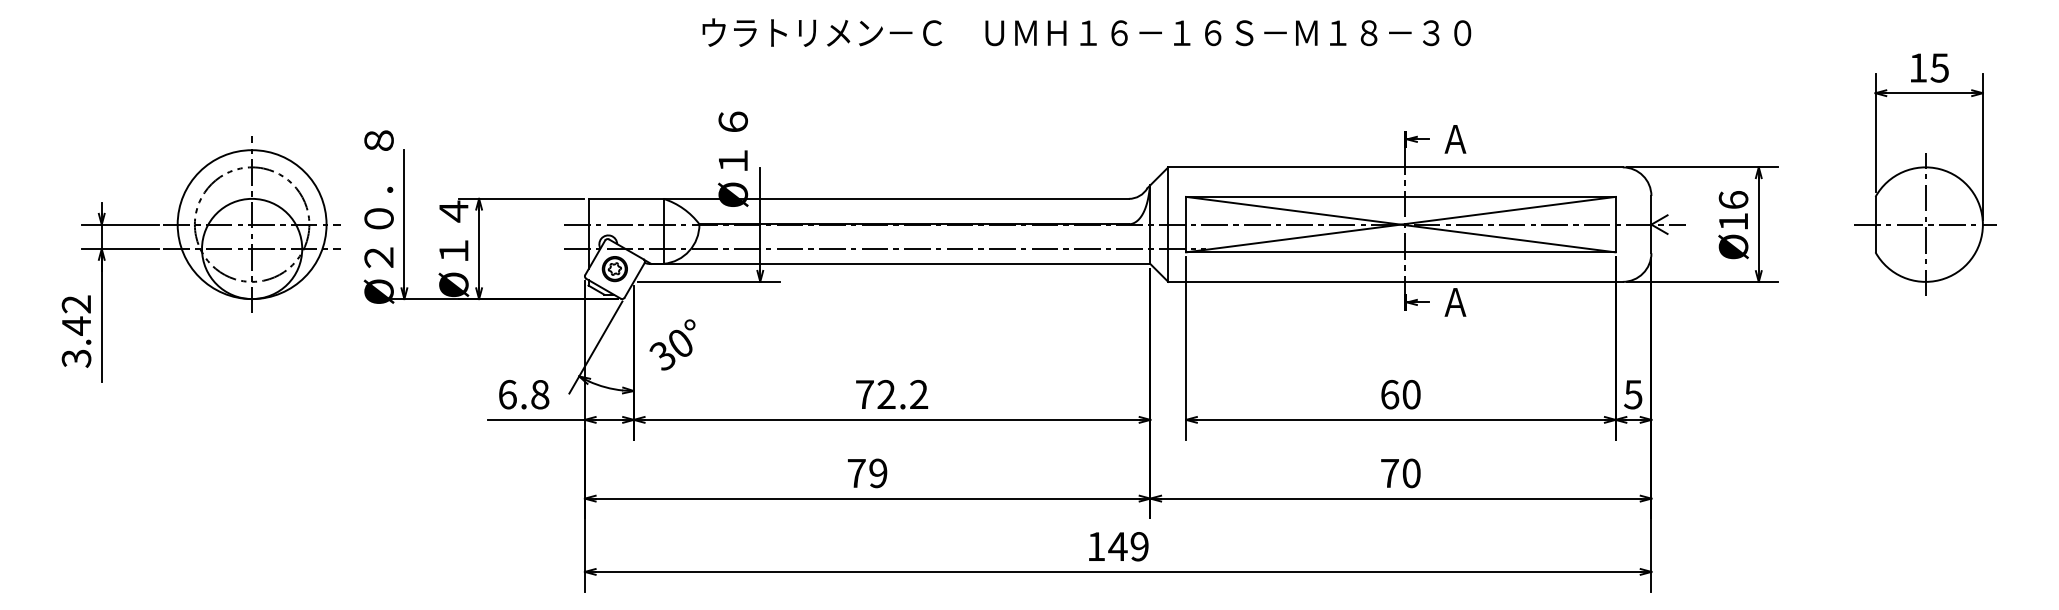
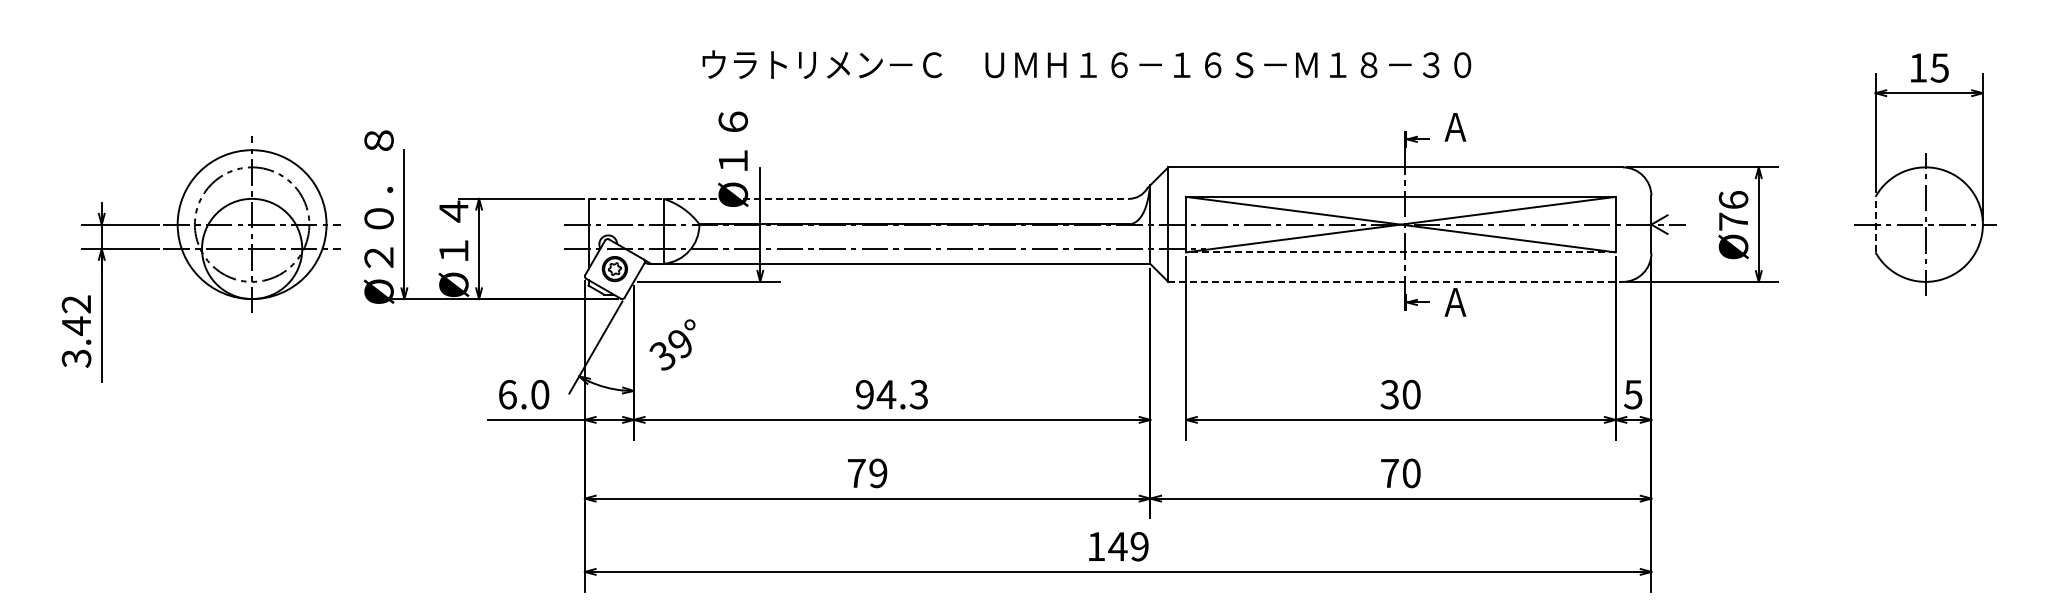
text at (1086, 32) position: (1086, 32) -> (1086, 64)
text at (1455, 139) position: (1455, 139) -> (1455, 127)
line at (859, 198): solid -> dashed
text at (1733, 221): Ø16 -> Ø76
line at (1875, 224): solid -> dashed
line at (1400, 252): solid -> dashed
line at (1396, 281): solid -> dashed
text at (680, 343): 30° -> 39°
text at (540, 394): 6.8 -> 6.0
text at (892, 394): 72.2 -> 94.3
text at (1389, 394): 60 -> 30
